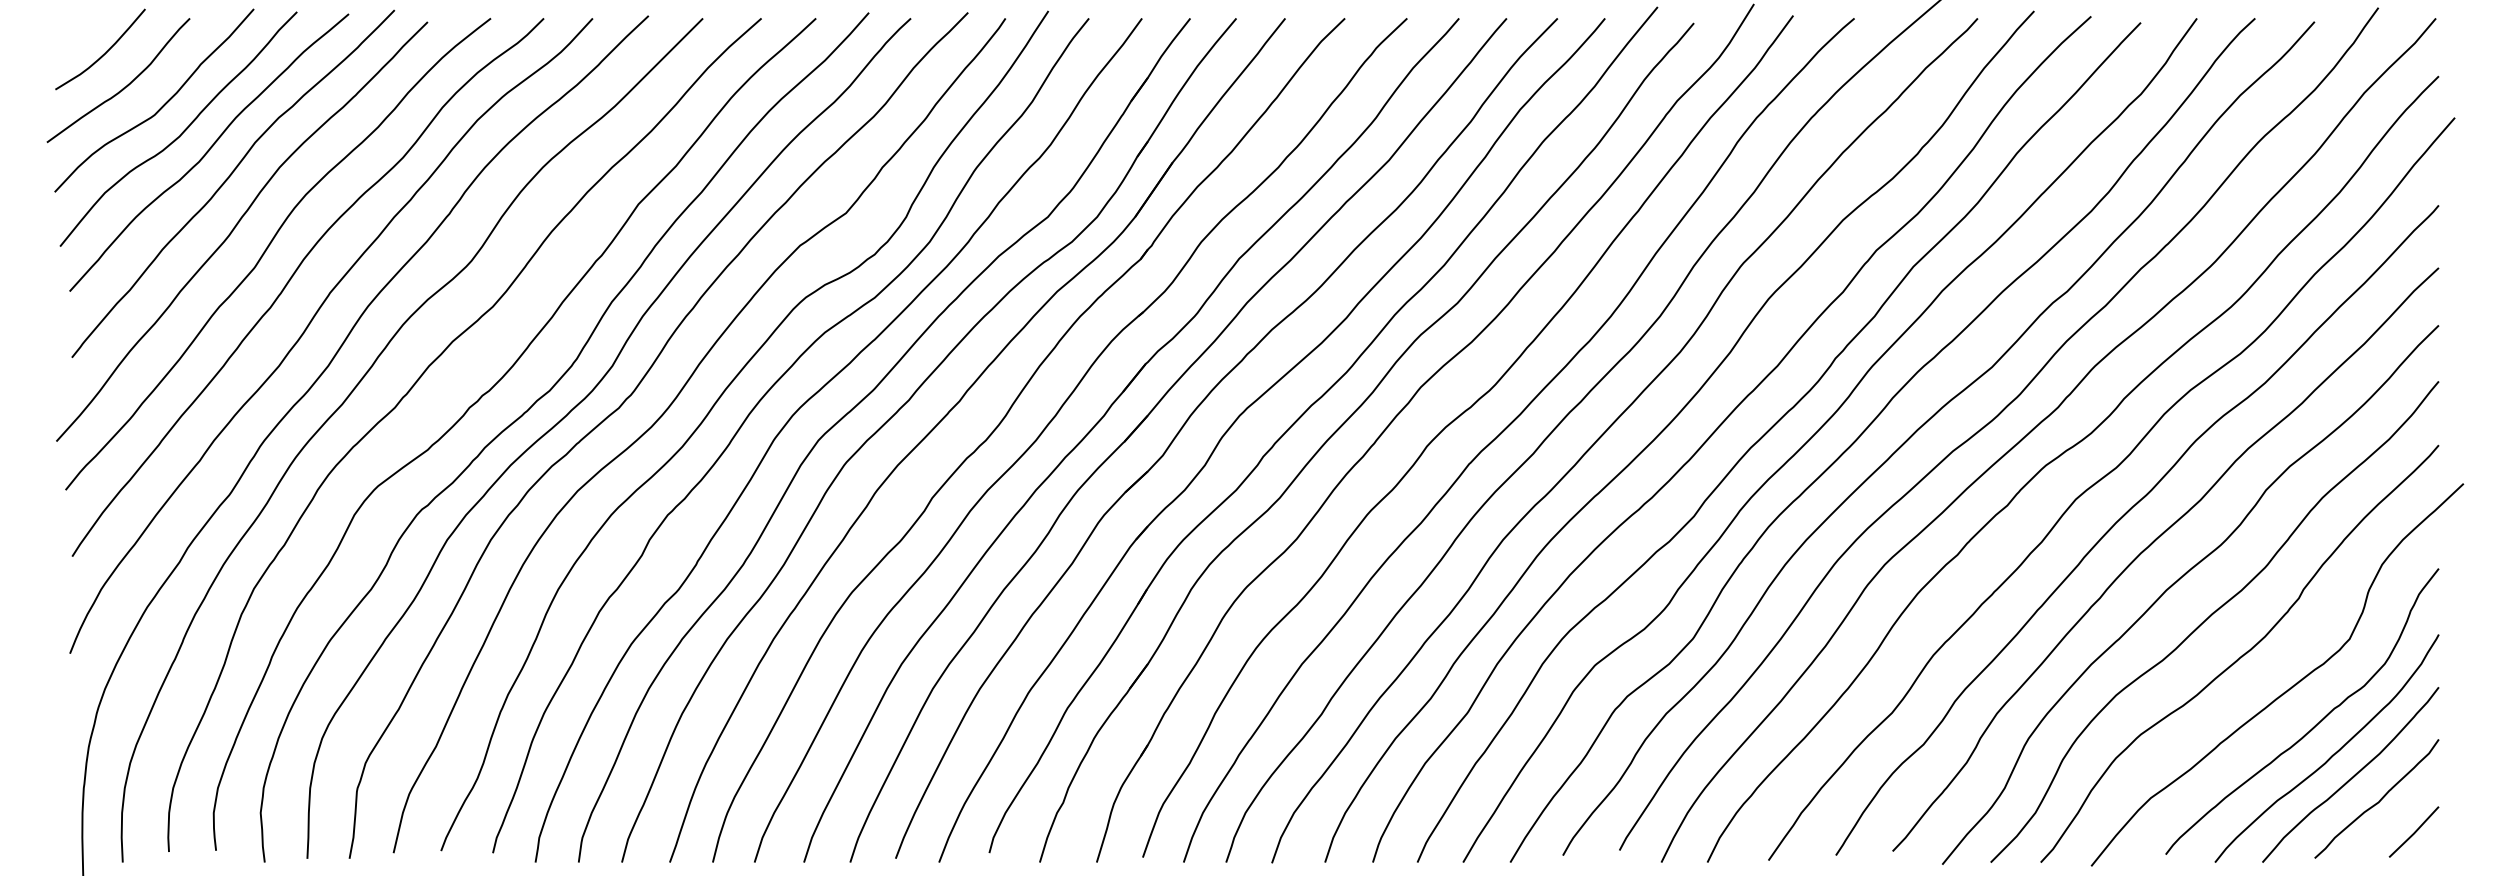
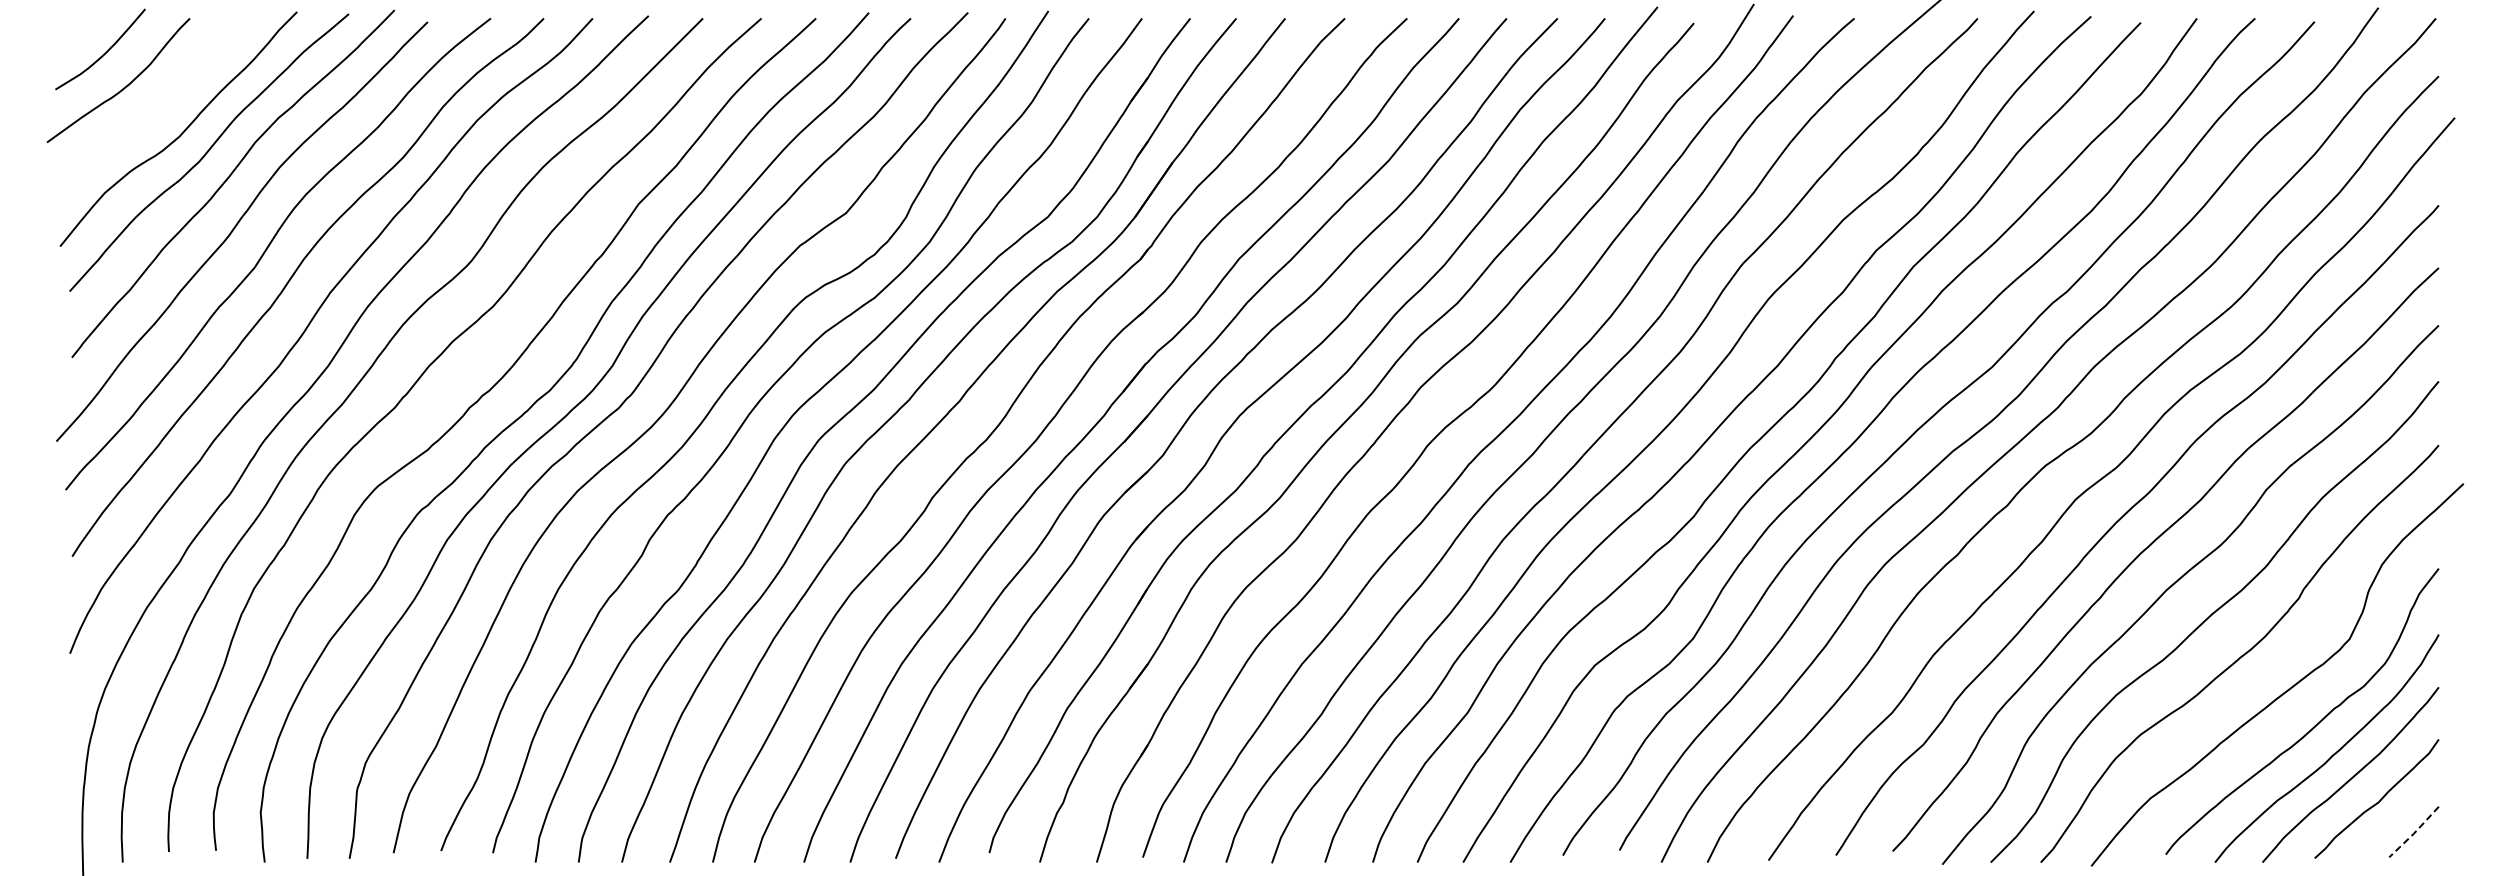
curve at (161, 106): present -> none
line at (2414, 833): solid -> dashed
